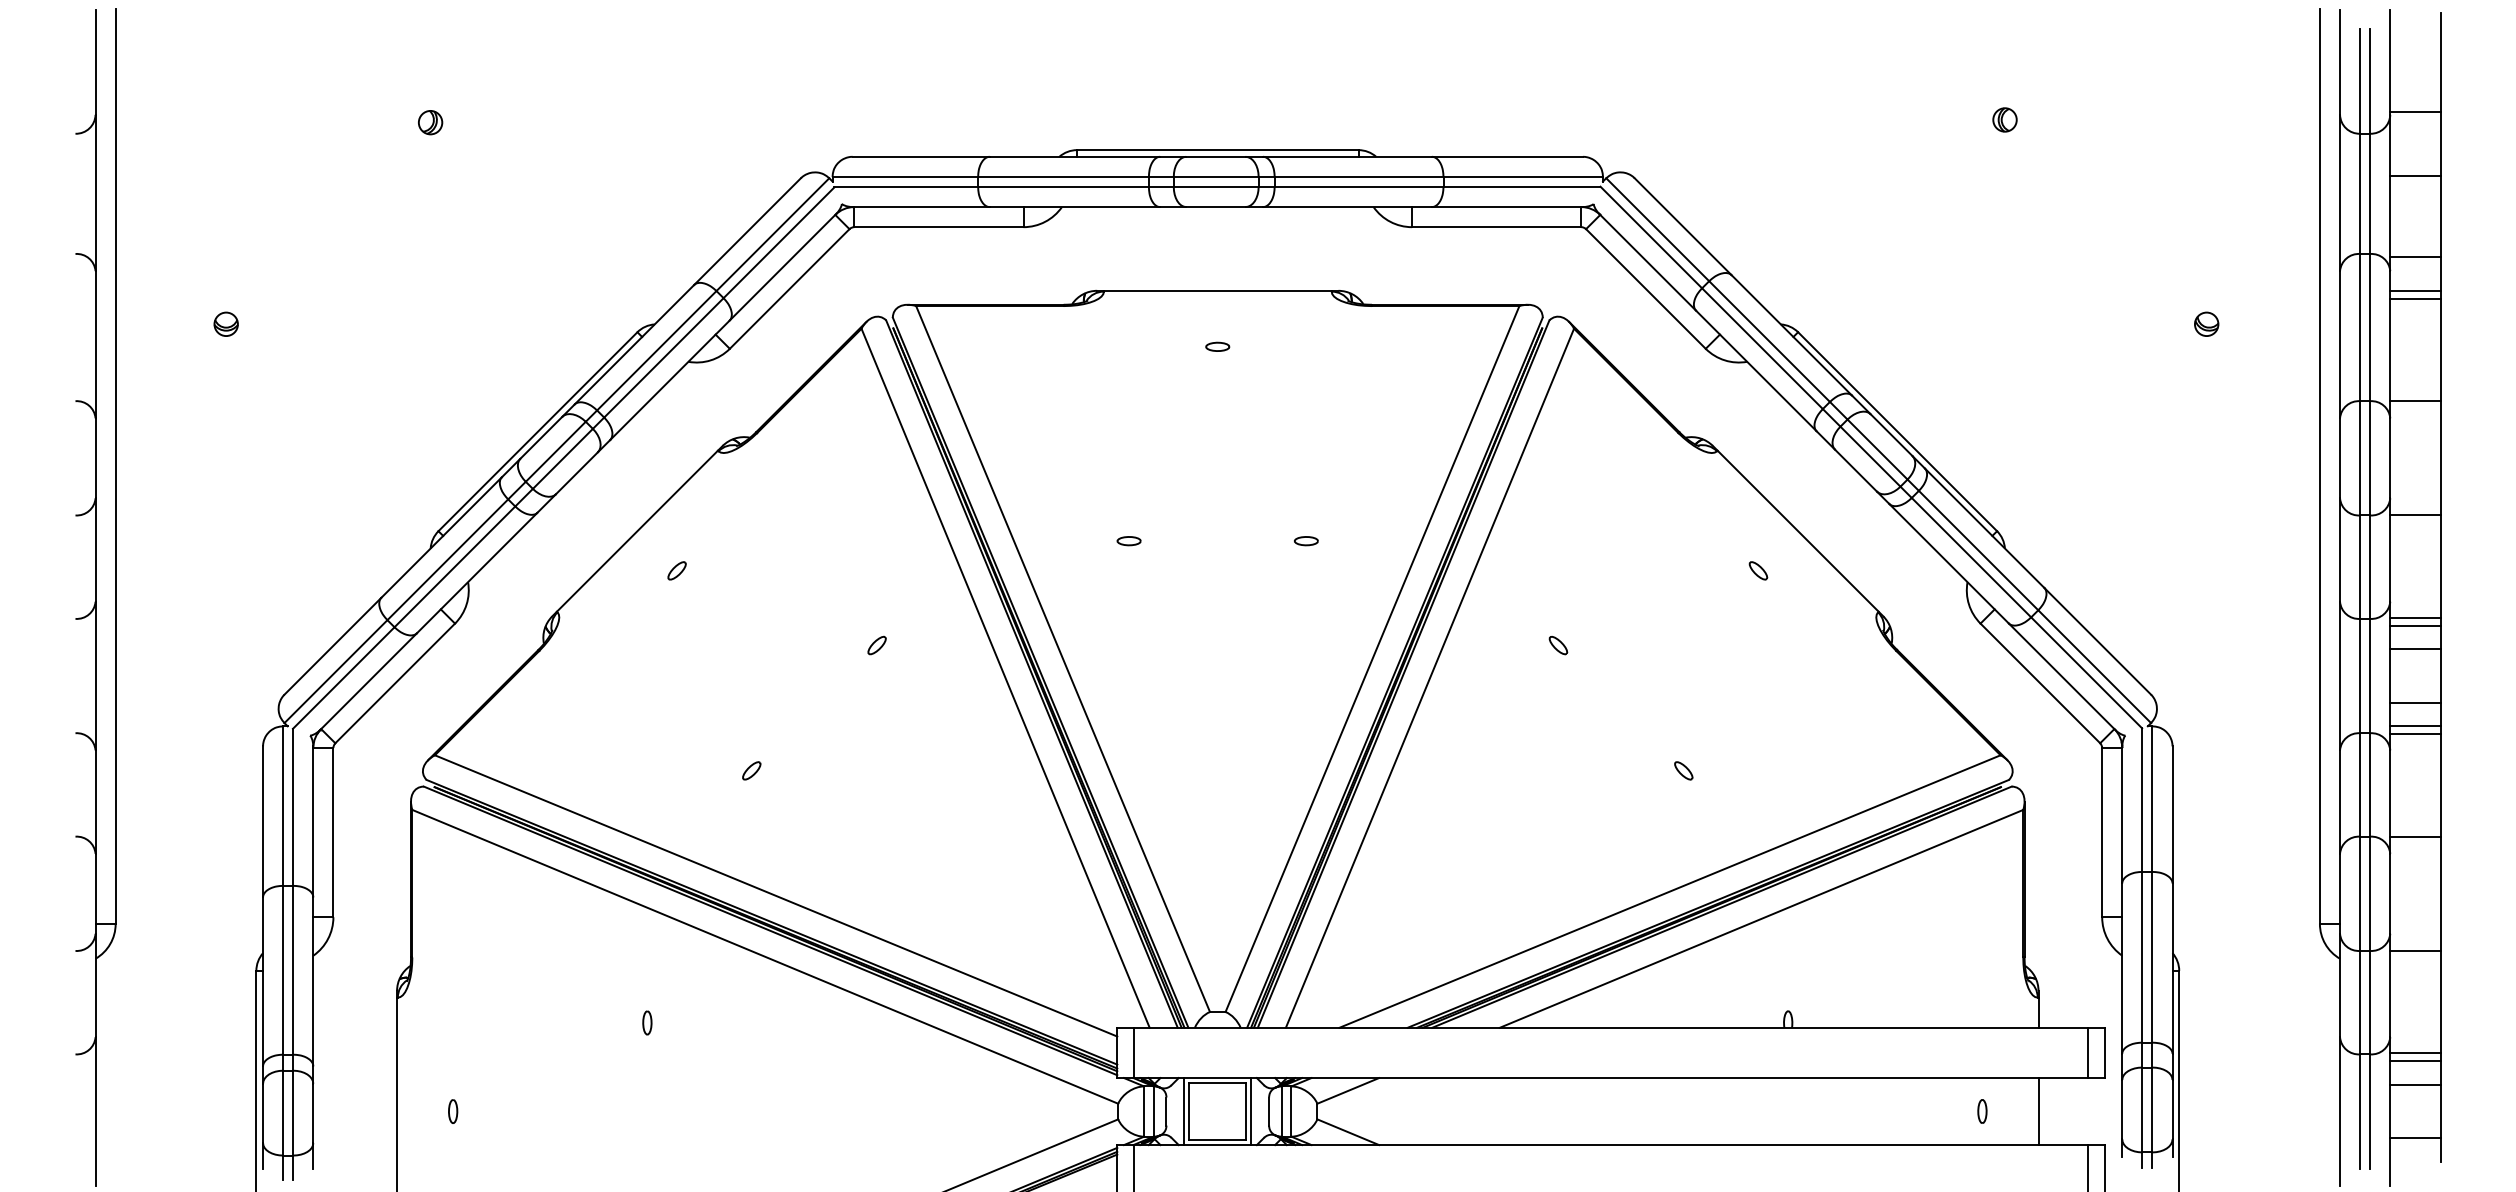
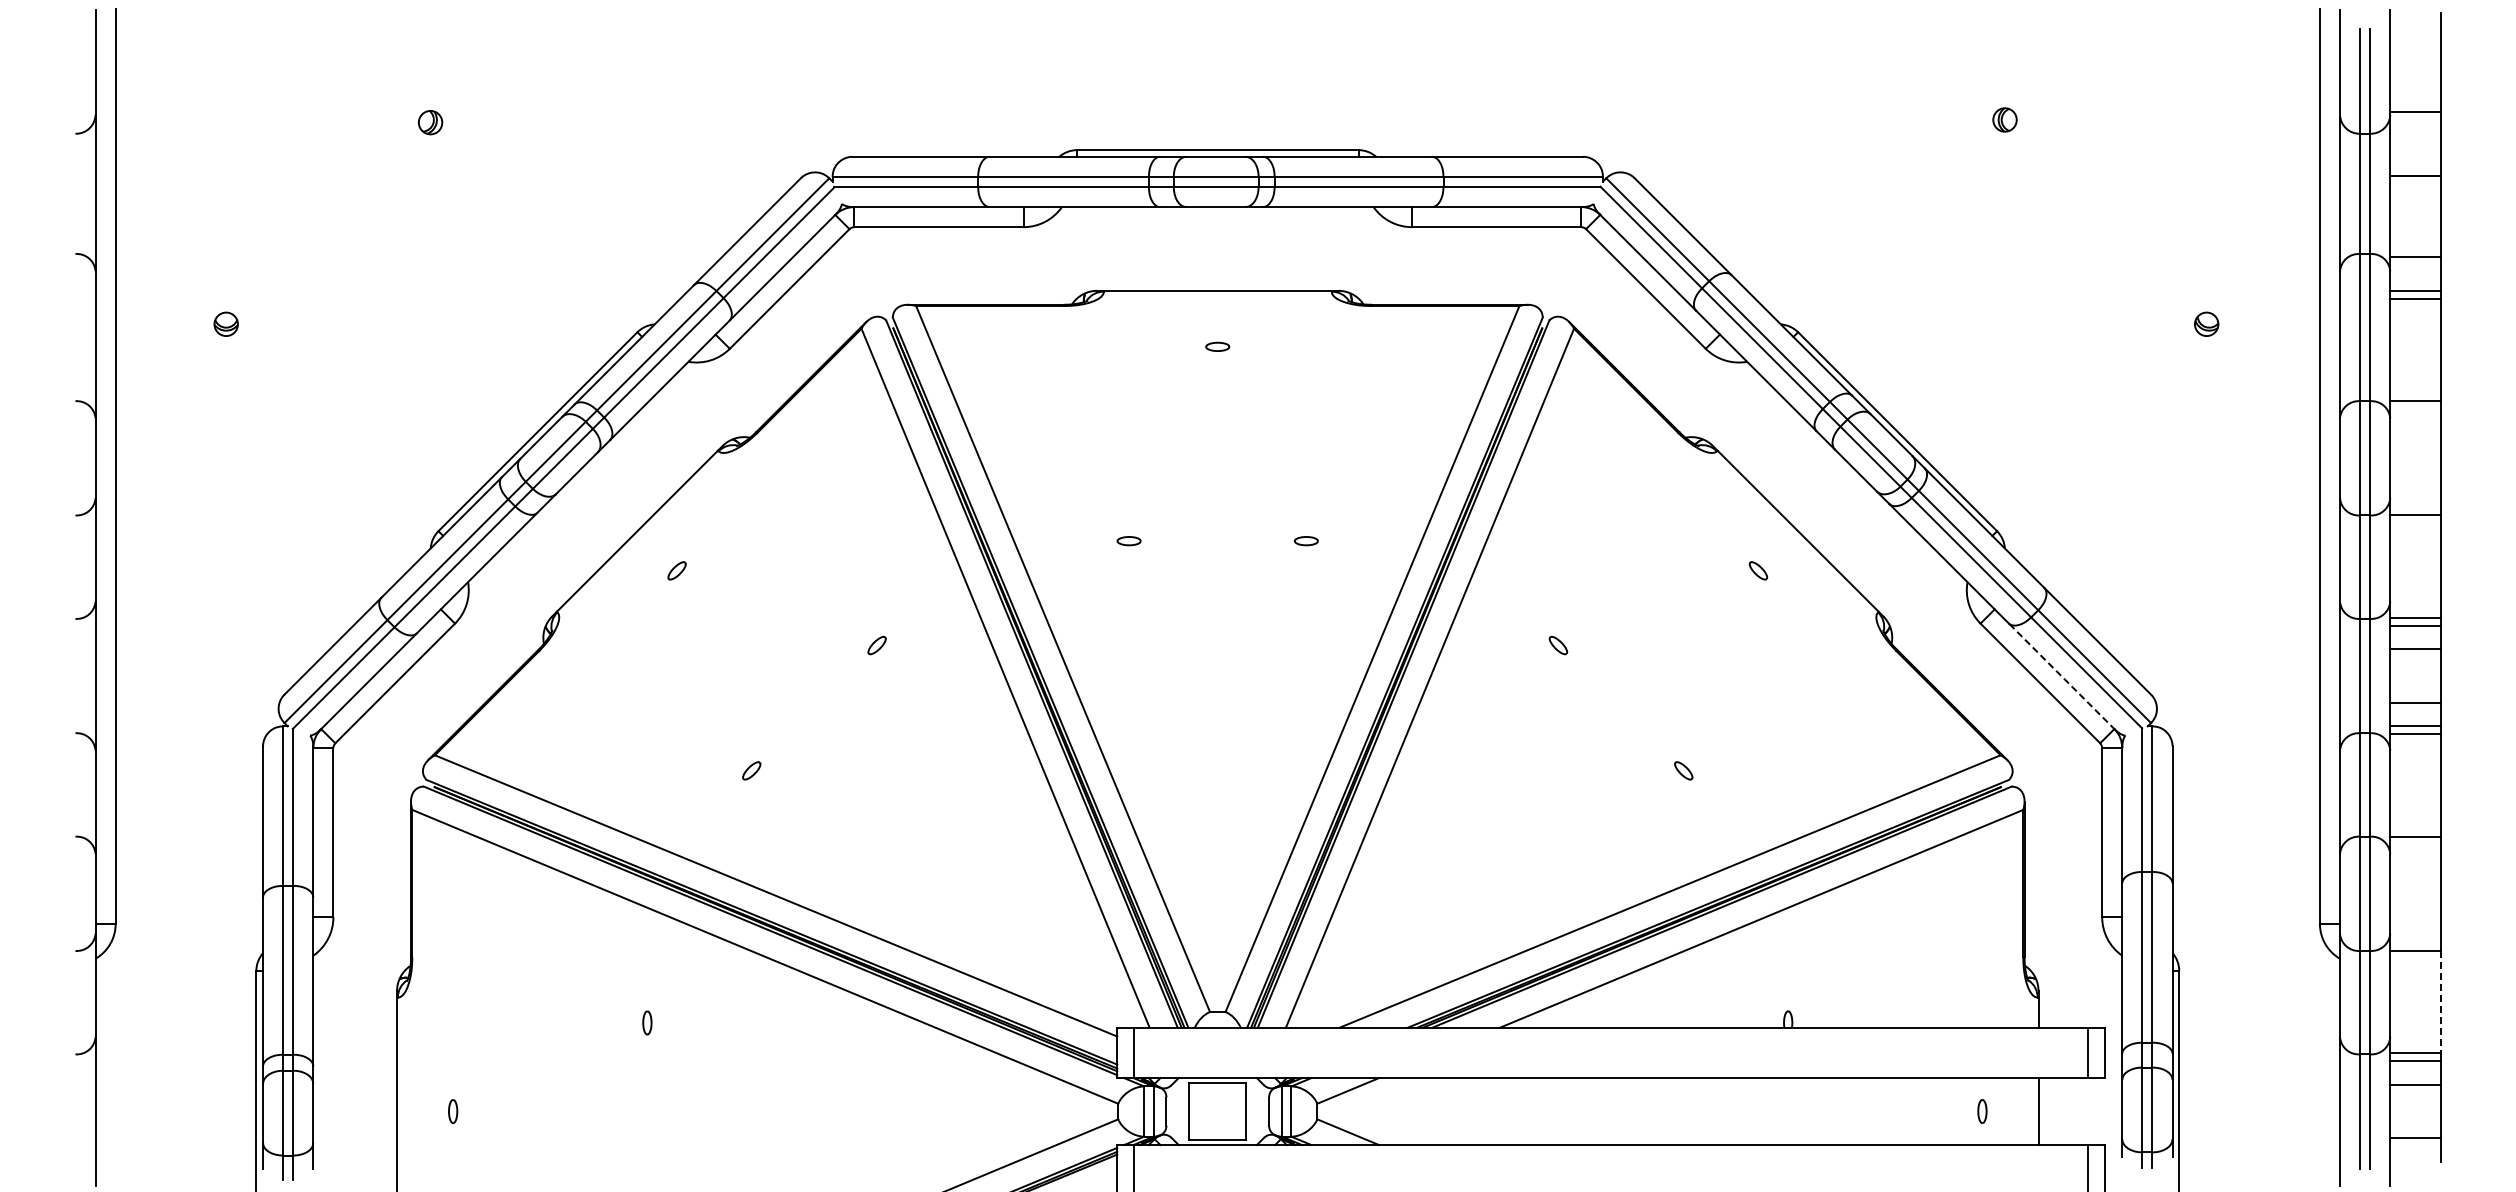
line at (2061, 676): solid -> dashed
line at (2440, 1002): solid -> dashed
line at (1184, 1111): present -> none
line at (1251, 1111): present -> none
